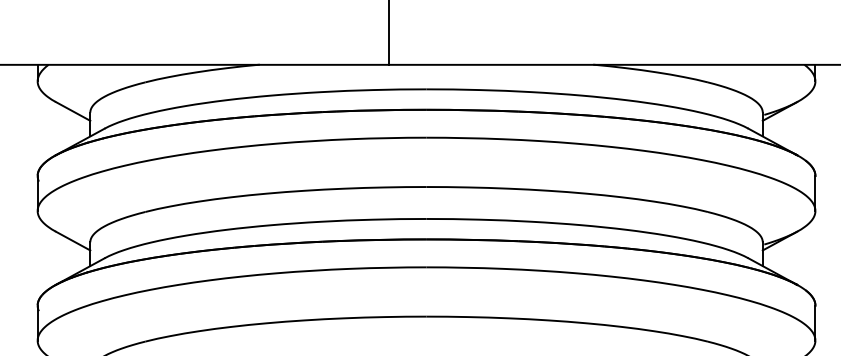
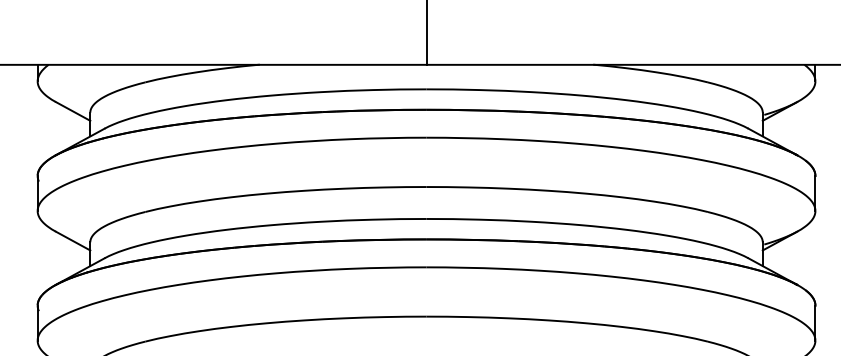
line at (388, 33) position: (388, 33) -> (426, 33)
